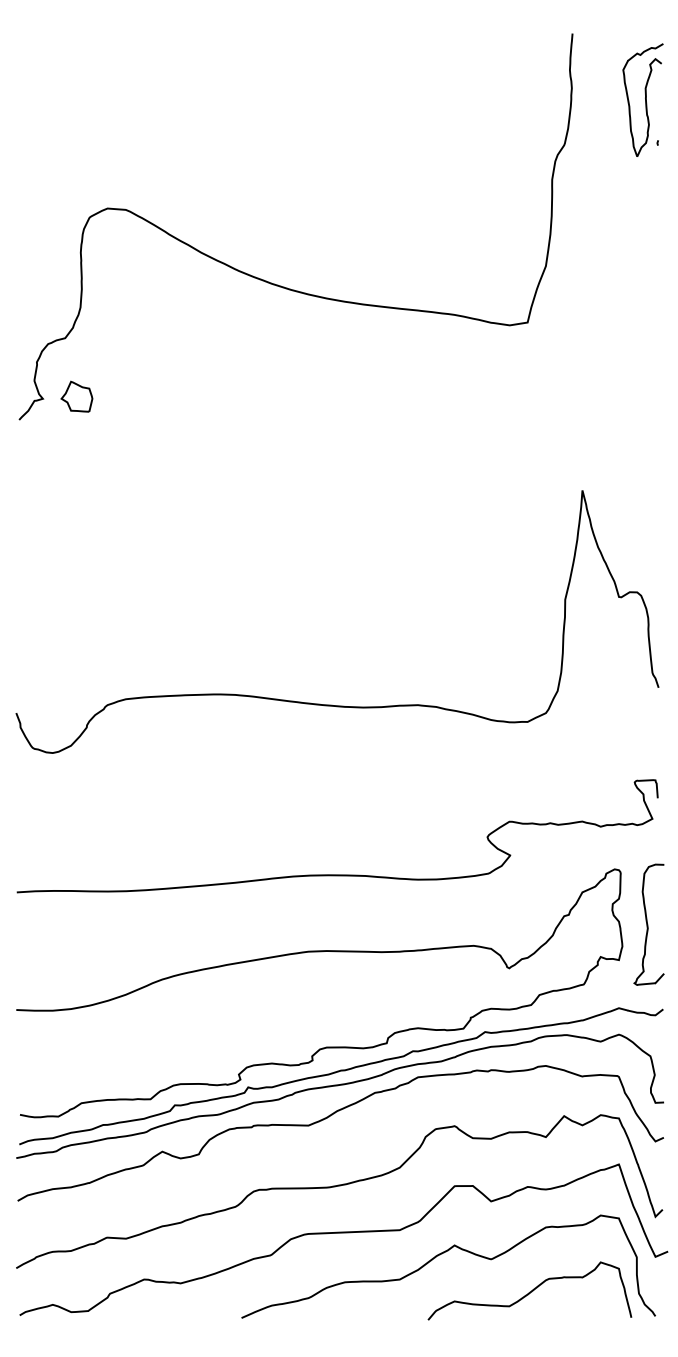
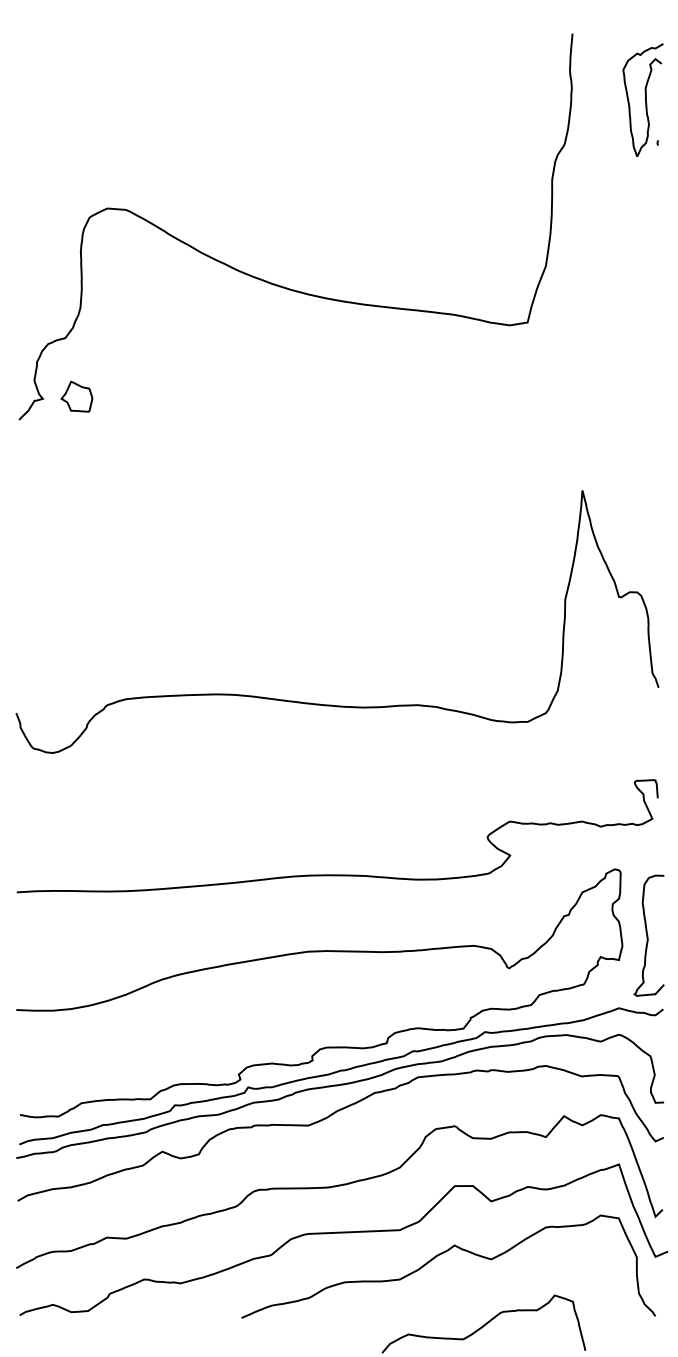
curve at (648, 924) position: (648, 924) -> (648, 935)
curve at (529, 1291) position: (529, 1291) -> (483, 1324)
